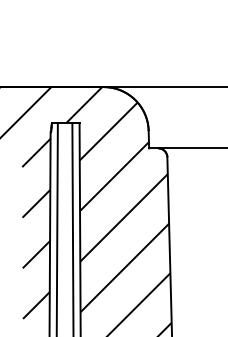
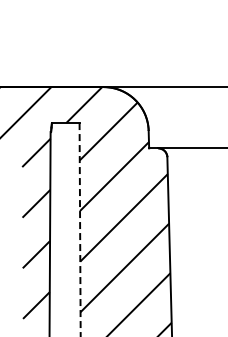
line at (56, 228): present -> none
line at (72, 228): present -> none
line at (80, 229): solid -> dashed
